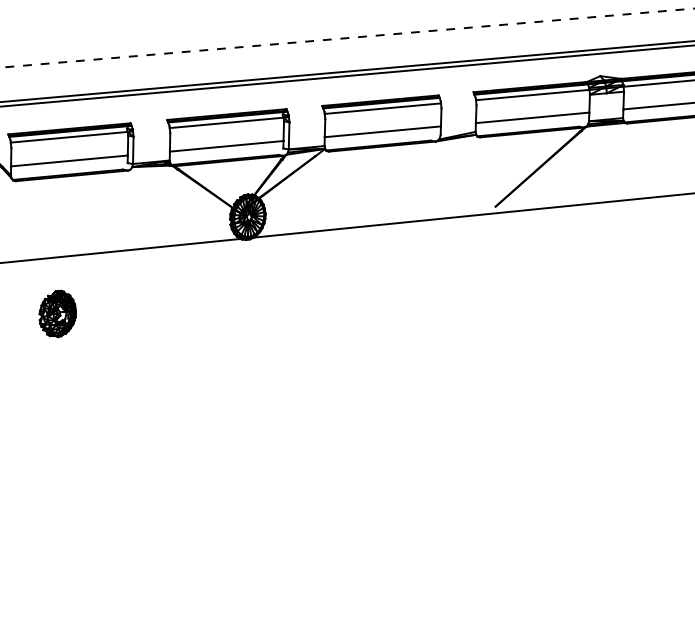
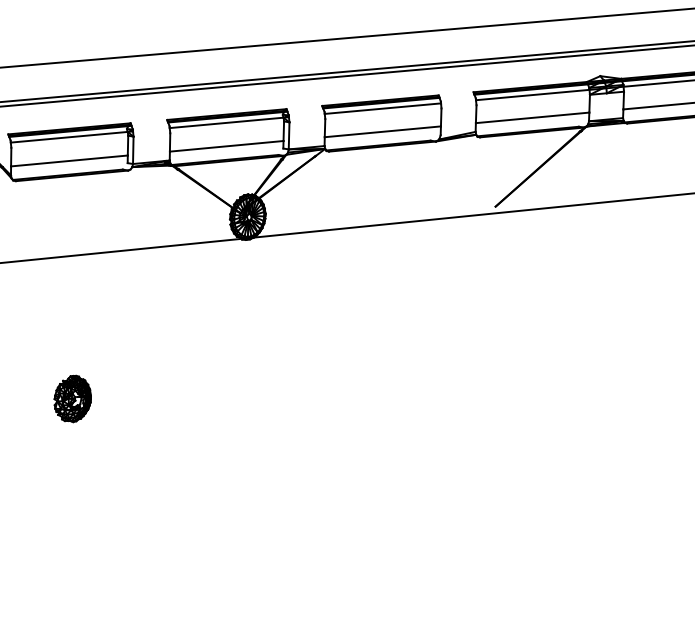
line at (348, 38): dashed -> solid
part at (57, 313) position: (57, 313) -> (72, 398)
